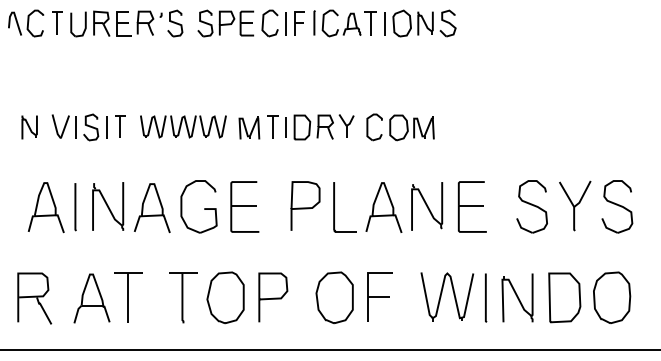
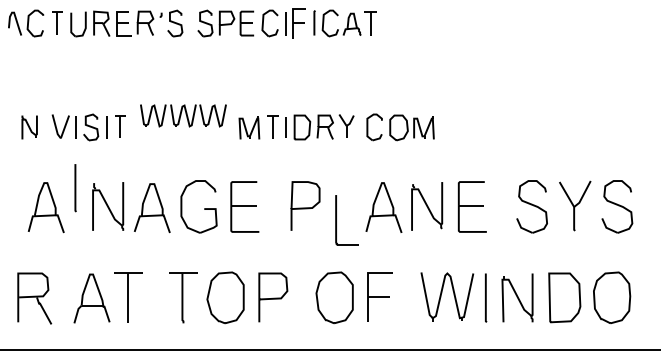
part at (299, 23) size: 11x25 px -> 14x31 px
part at (420, 23): present -> none
part at (183, 126) position: (183, 126) -> (183, 115)
line at (75, 207) position: (75, 207) -> (75, 188)
part at (334, 207) position: (334, 207) -> (336, 220)
